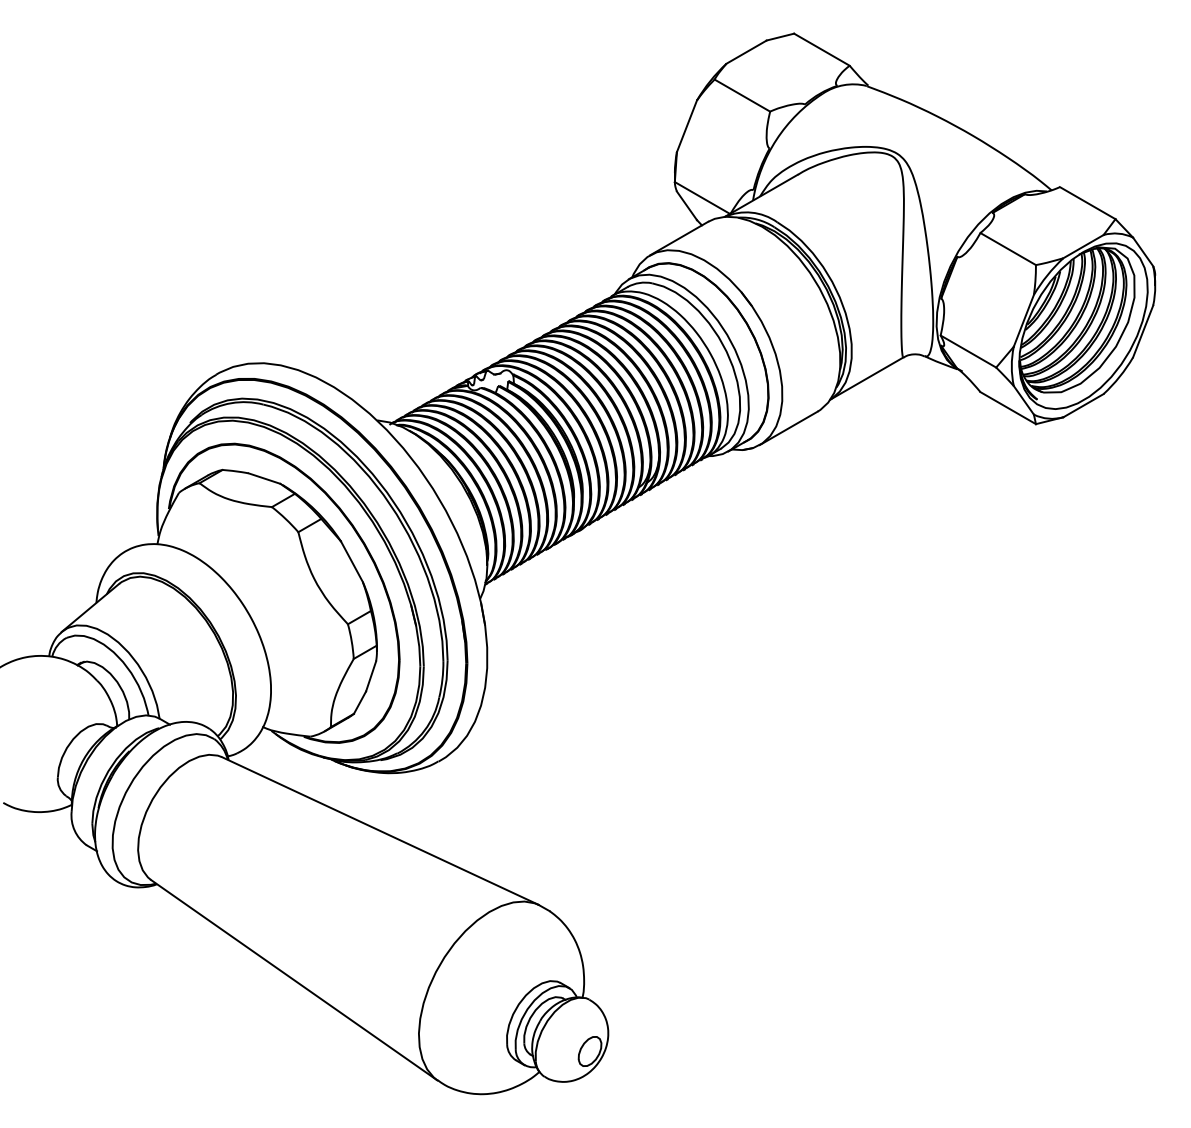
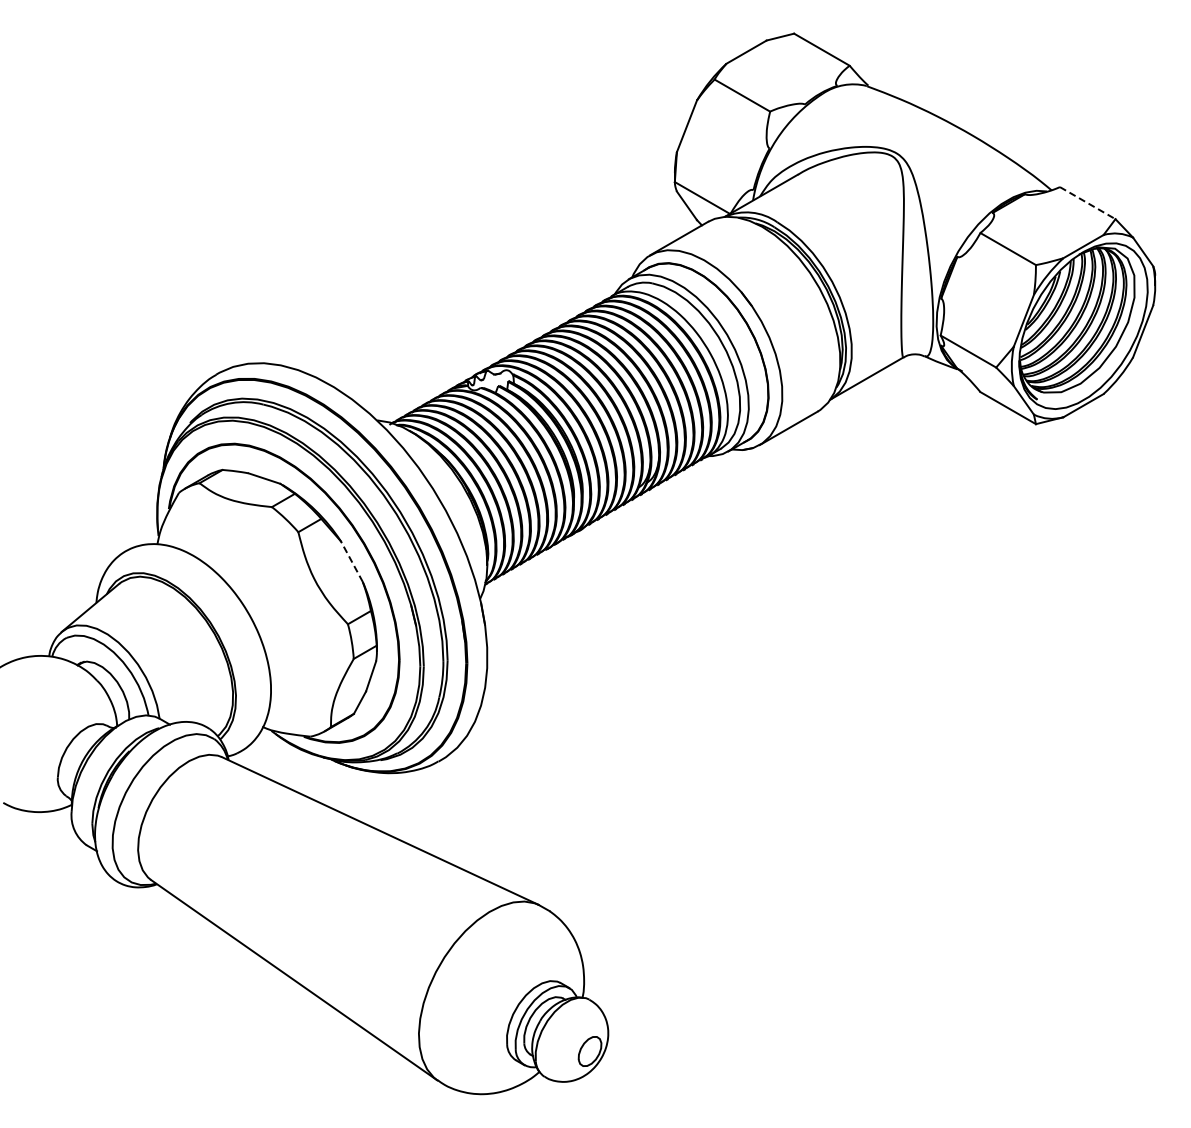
line at (1088, 203): solid -> dashed
line at (351, 561): solid -> dashed
